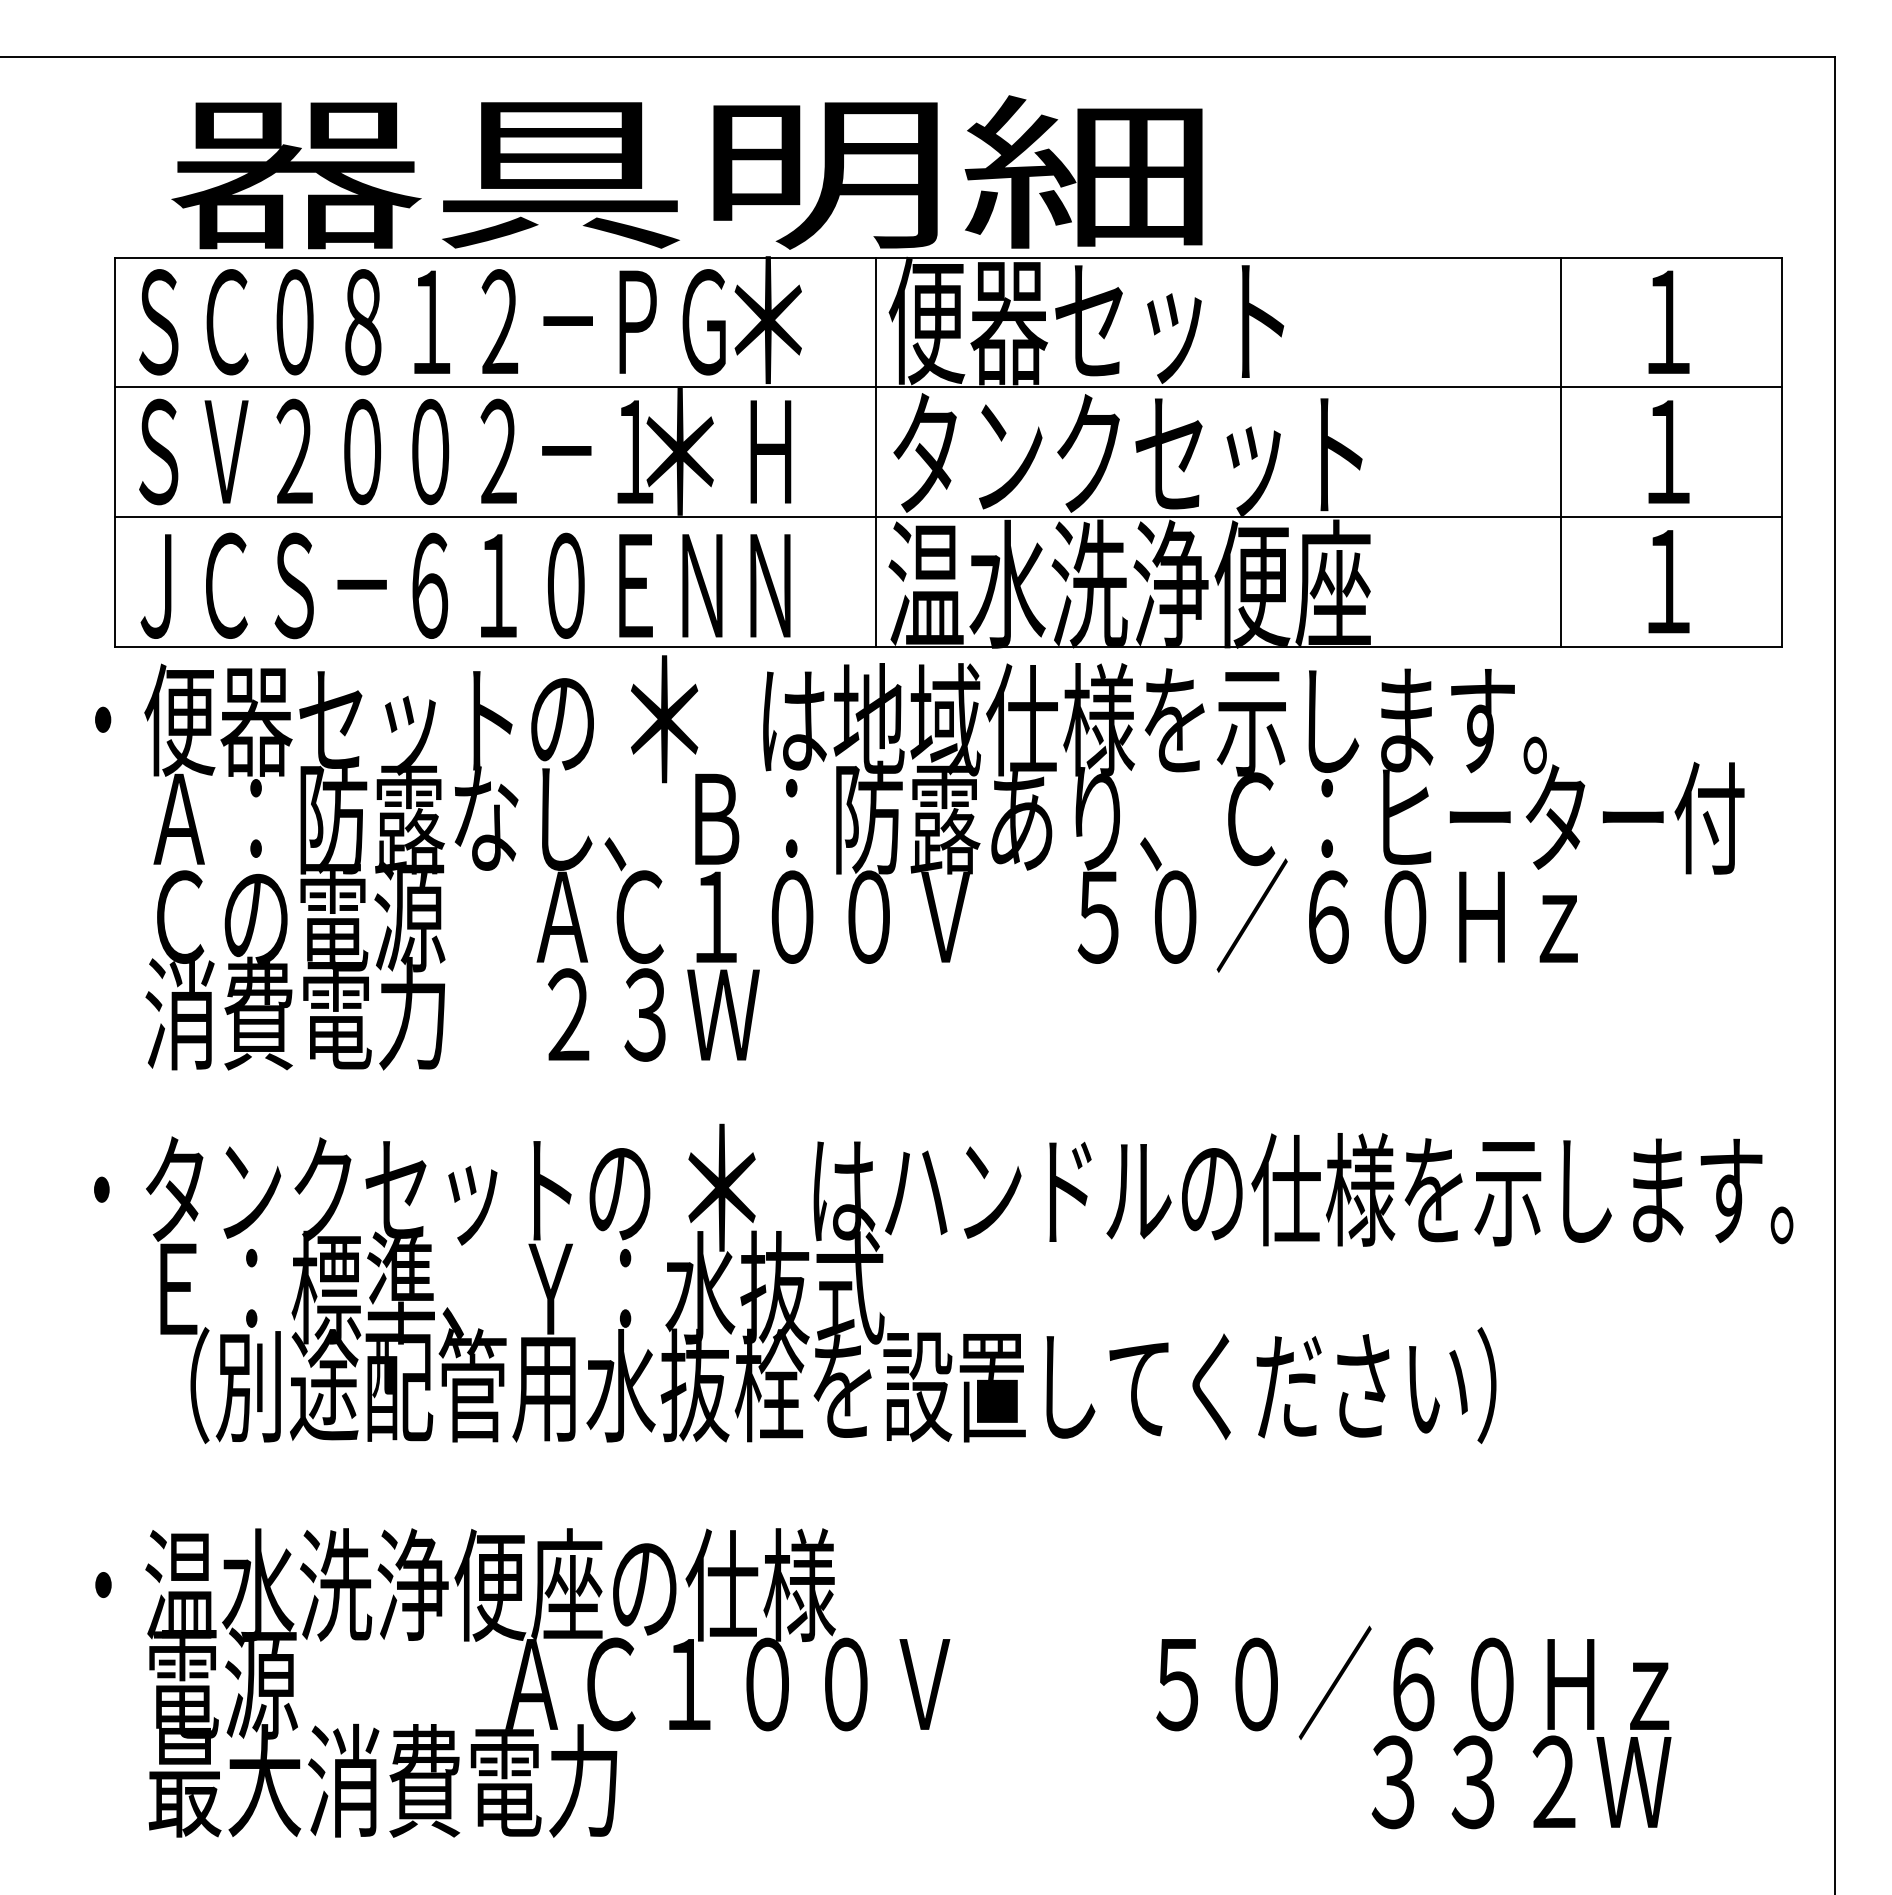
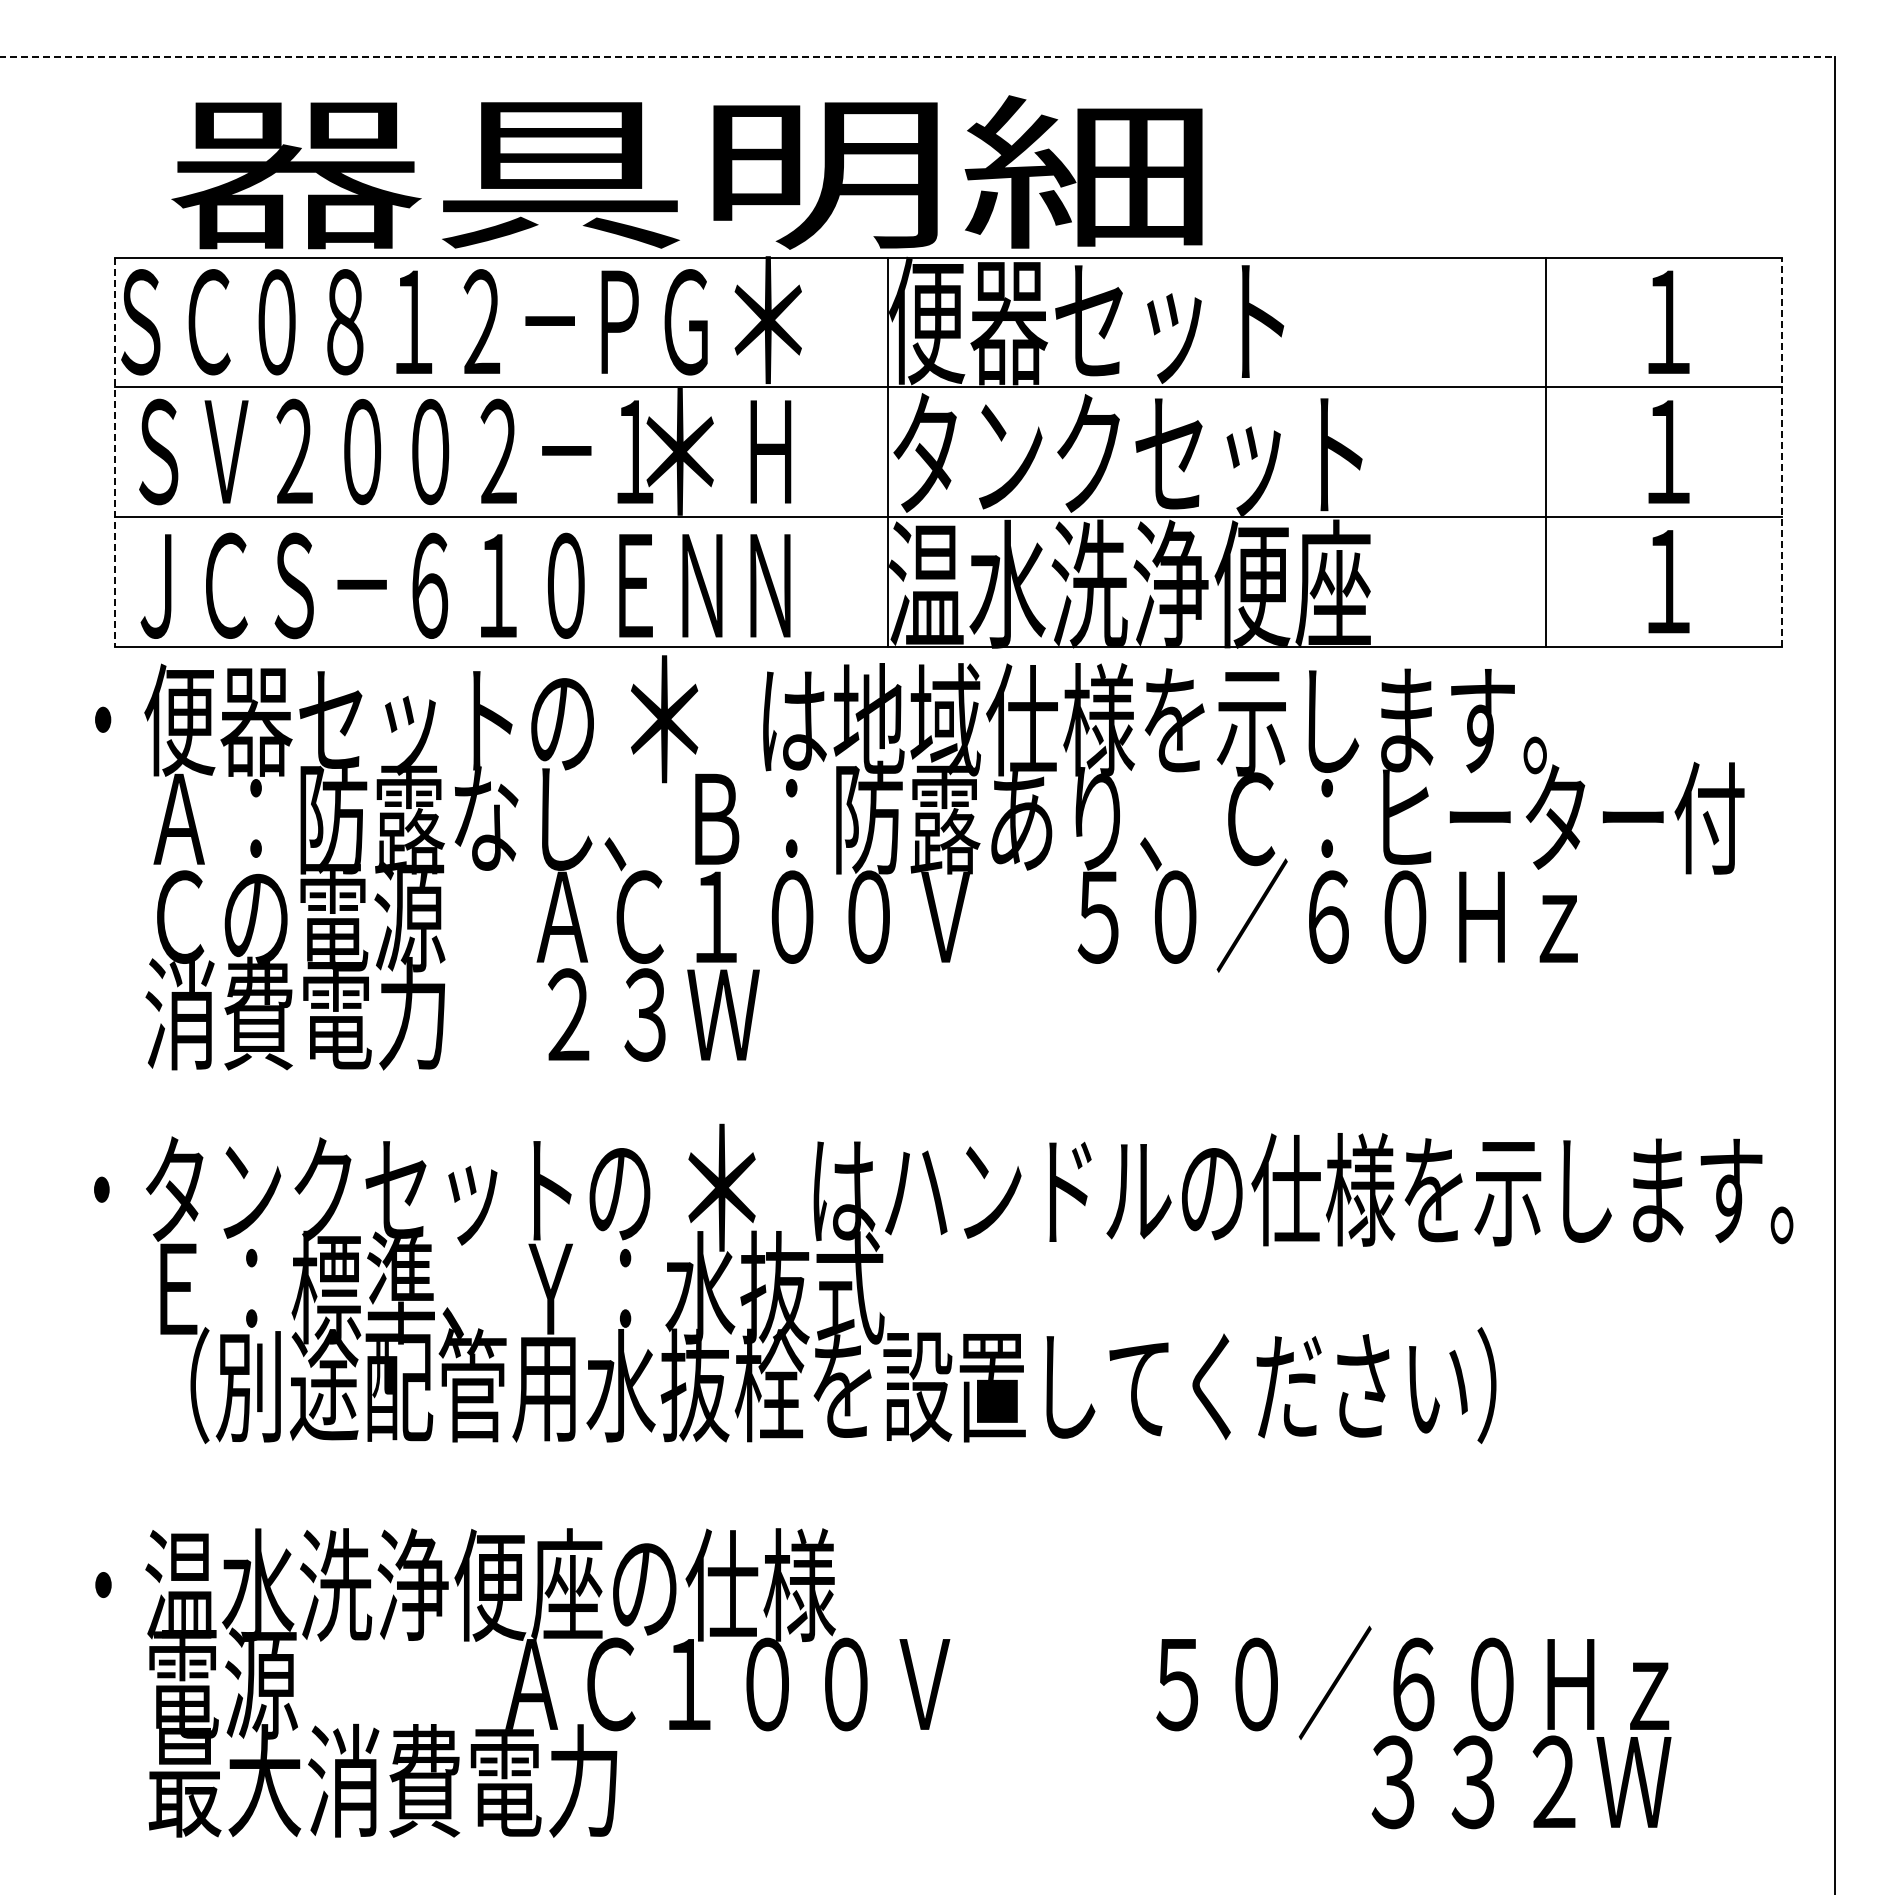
line at (918, 56): solid -> dashed
text at (432, 322) position: (432, 322) -> (414, 322)
line at (875, 451) position: (875, 451) -> (887, 451)
line at (1561, 451) position: (1561, 451) -> (1546, 451)
line at (114, 452): solid -> dashed
line at (1781, 452): solid -> dashed
